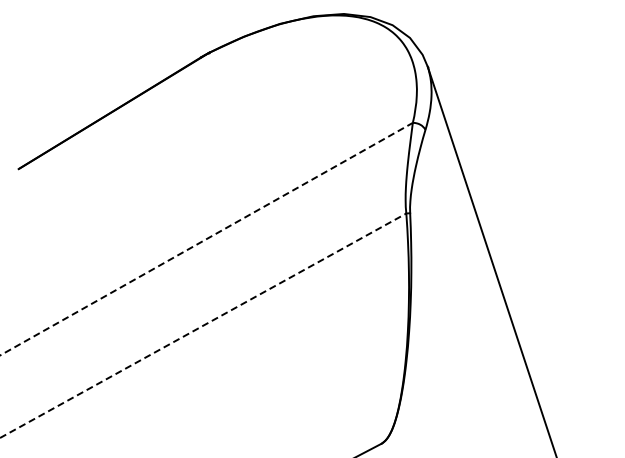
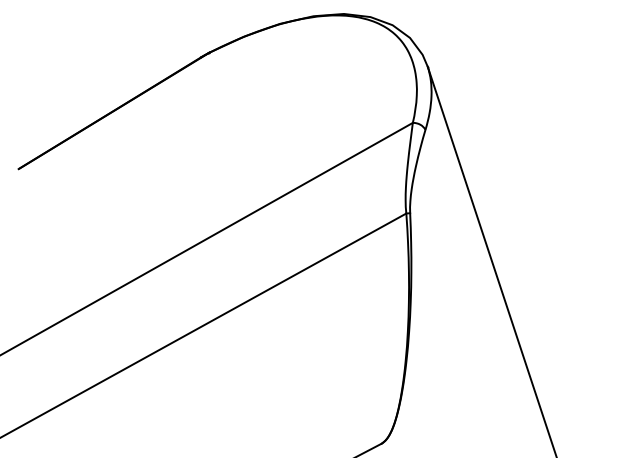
line at (206, 239): dashed -> solid
line at (203, 325): dashed -> solid
